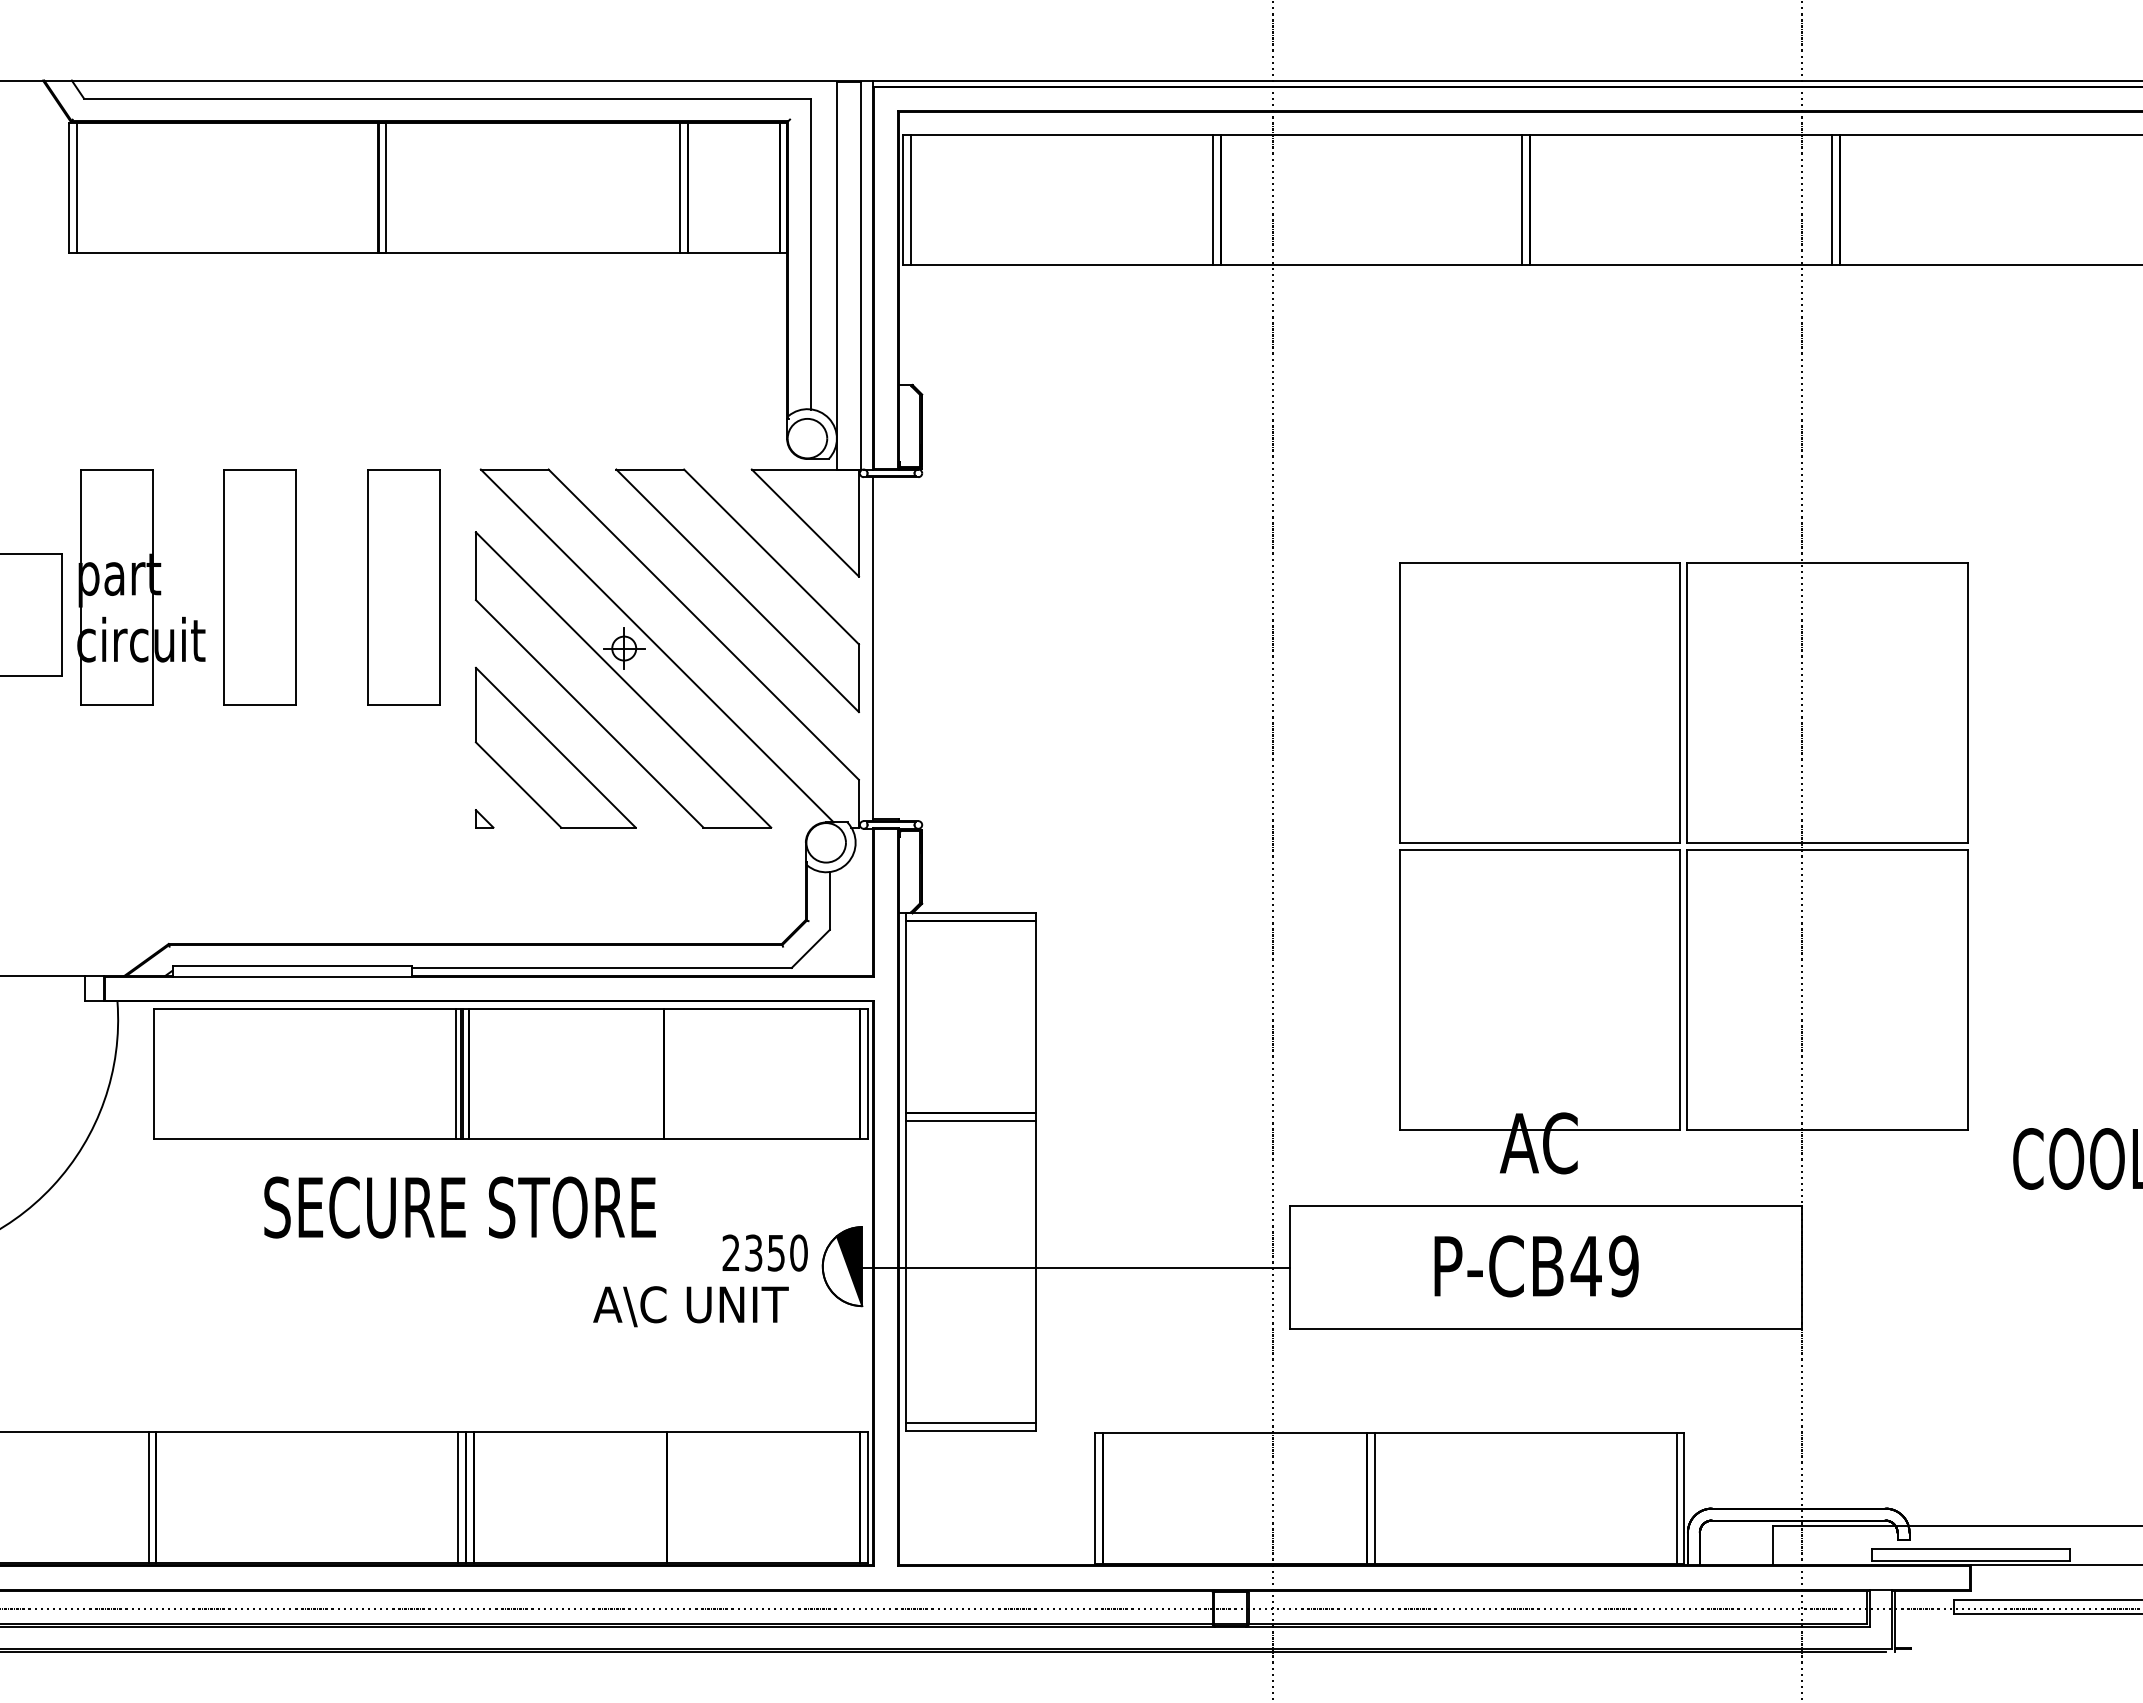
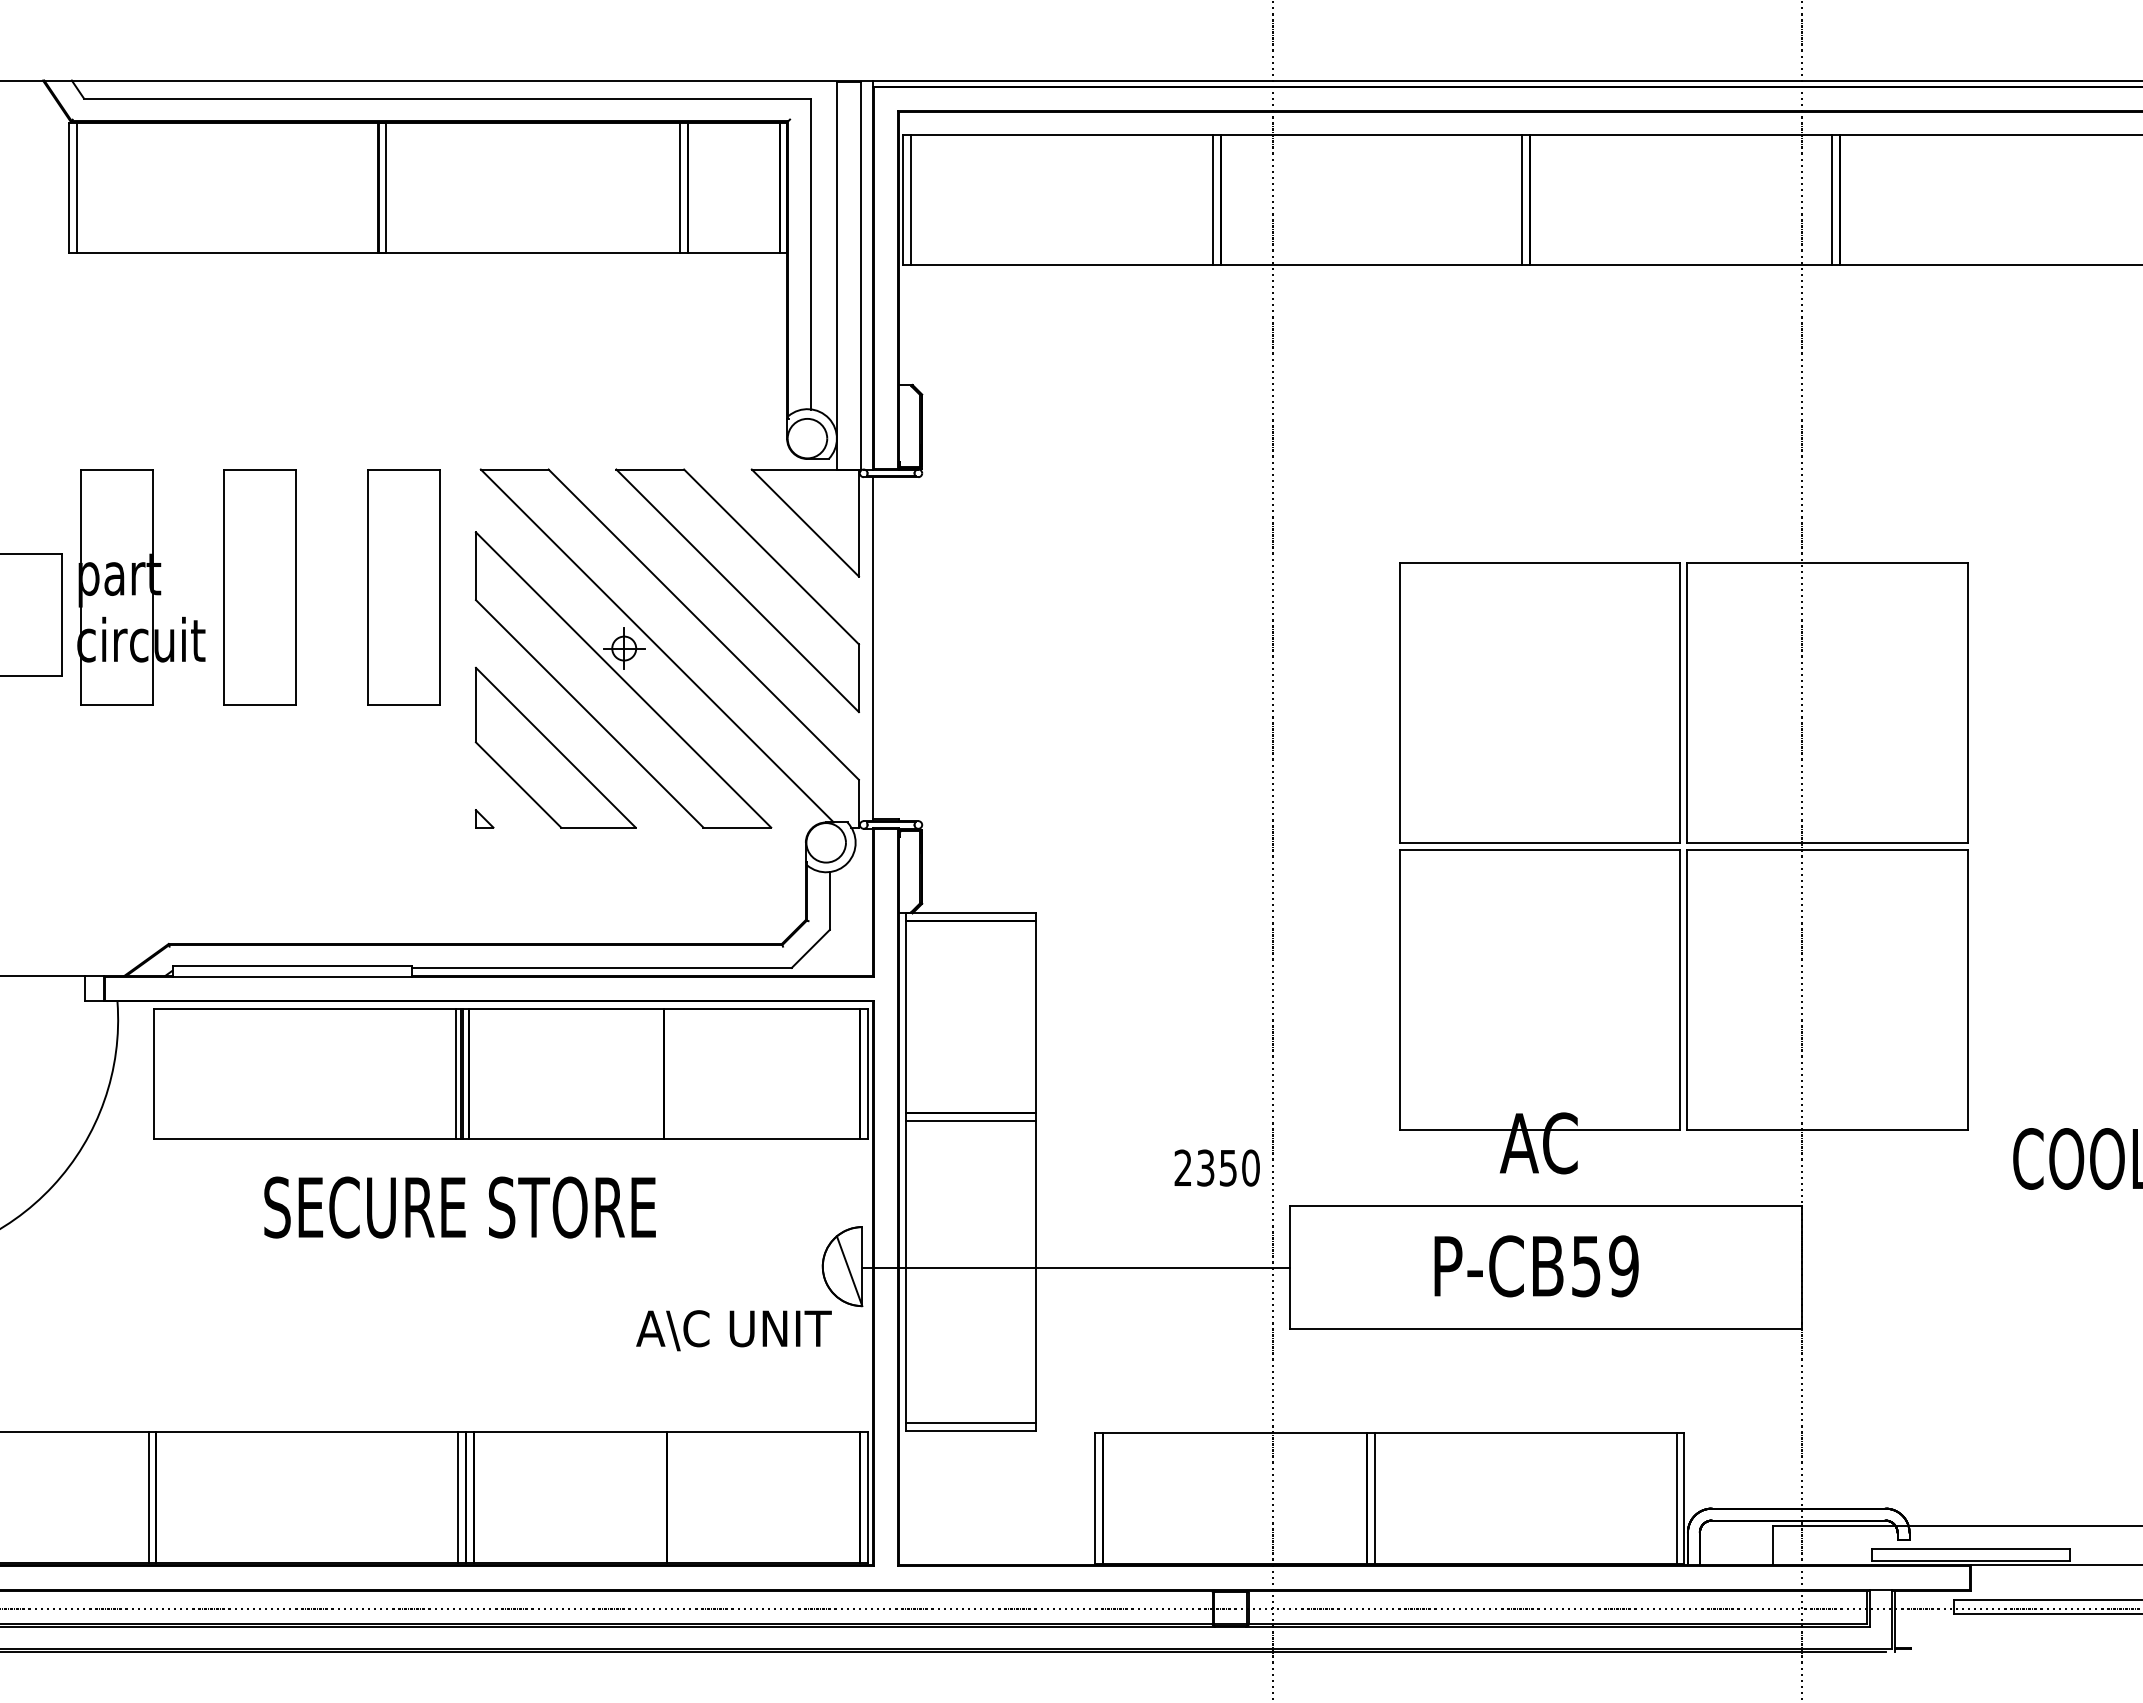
text at (764, 1252) position: (764, 1252) -> (1216, 1167)
fill at (849, 1266): present -> none
text at (1585, 1266): P-CB49 -> P-CB59
text at (690, 1306) position: (690, 1306) -> (733, 1330)
